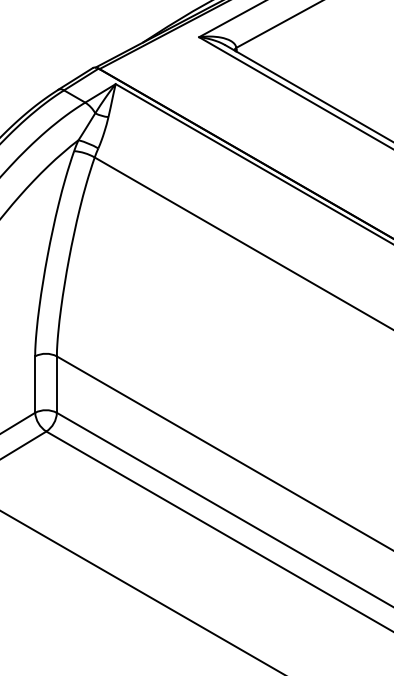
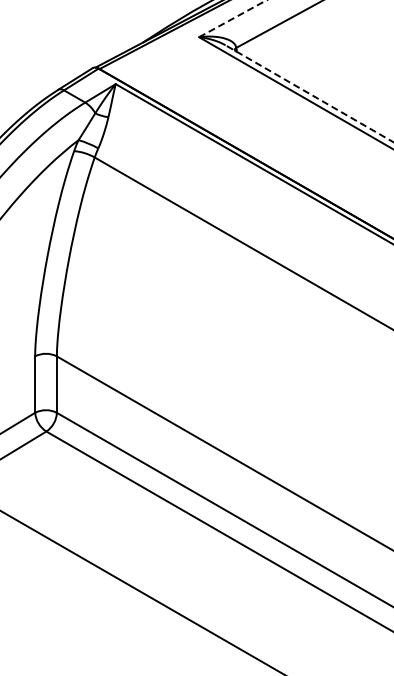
line at (233, 18): solid -> dashed
line at (309, 93): solid -> dashed
